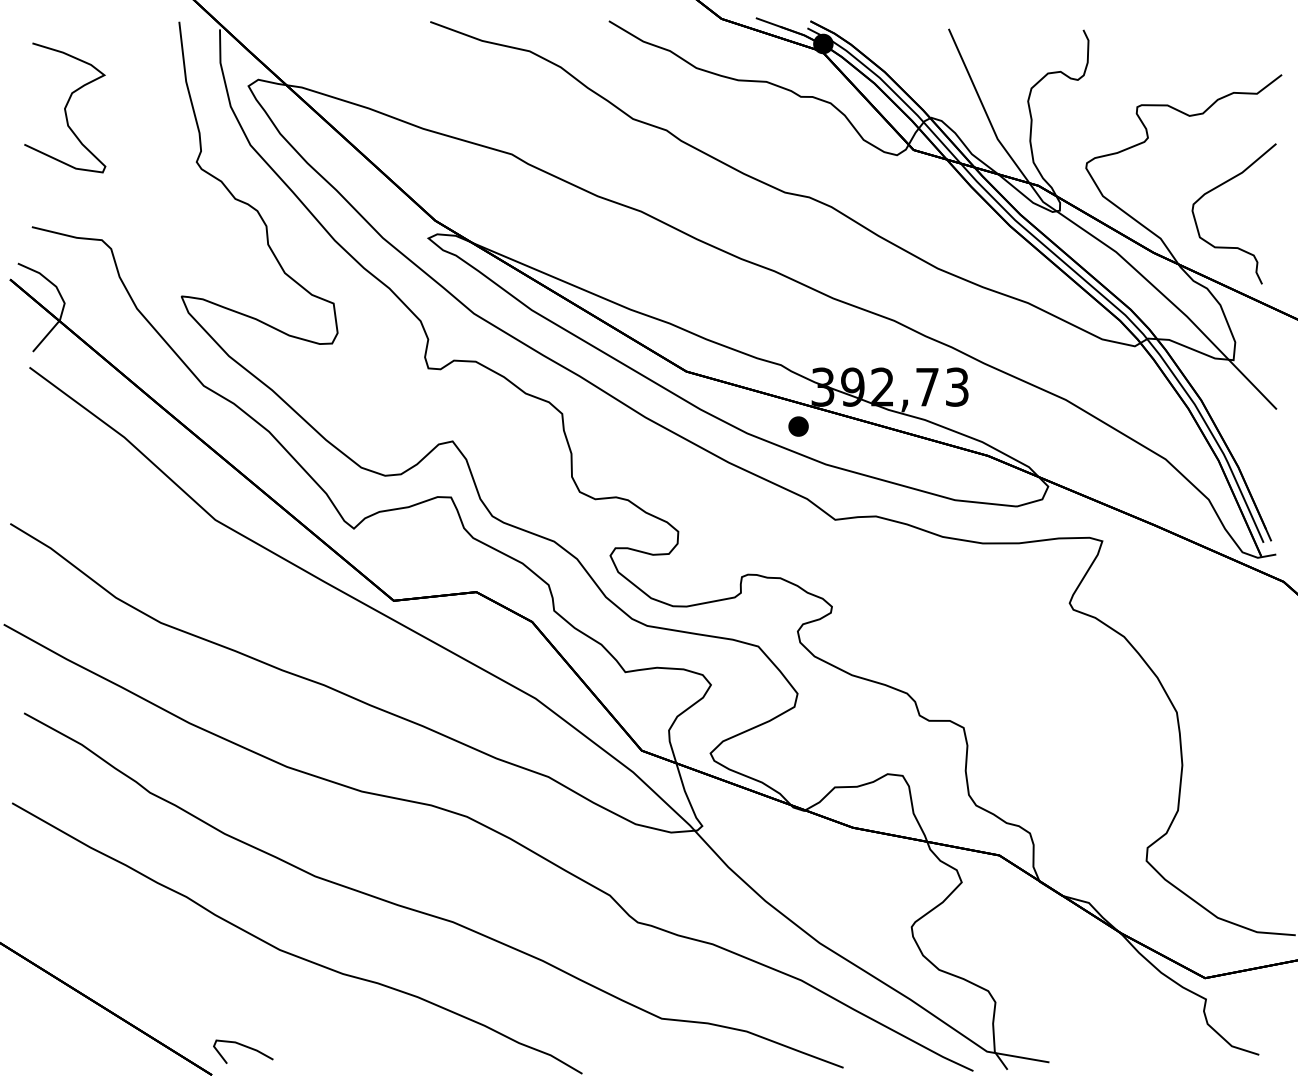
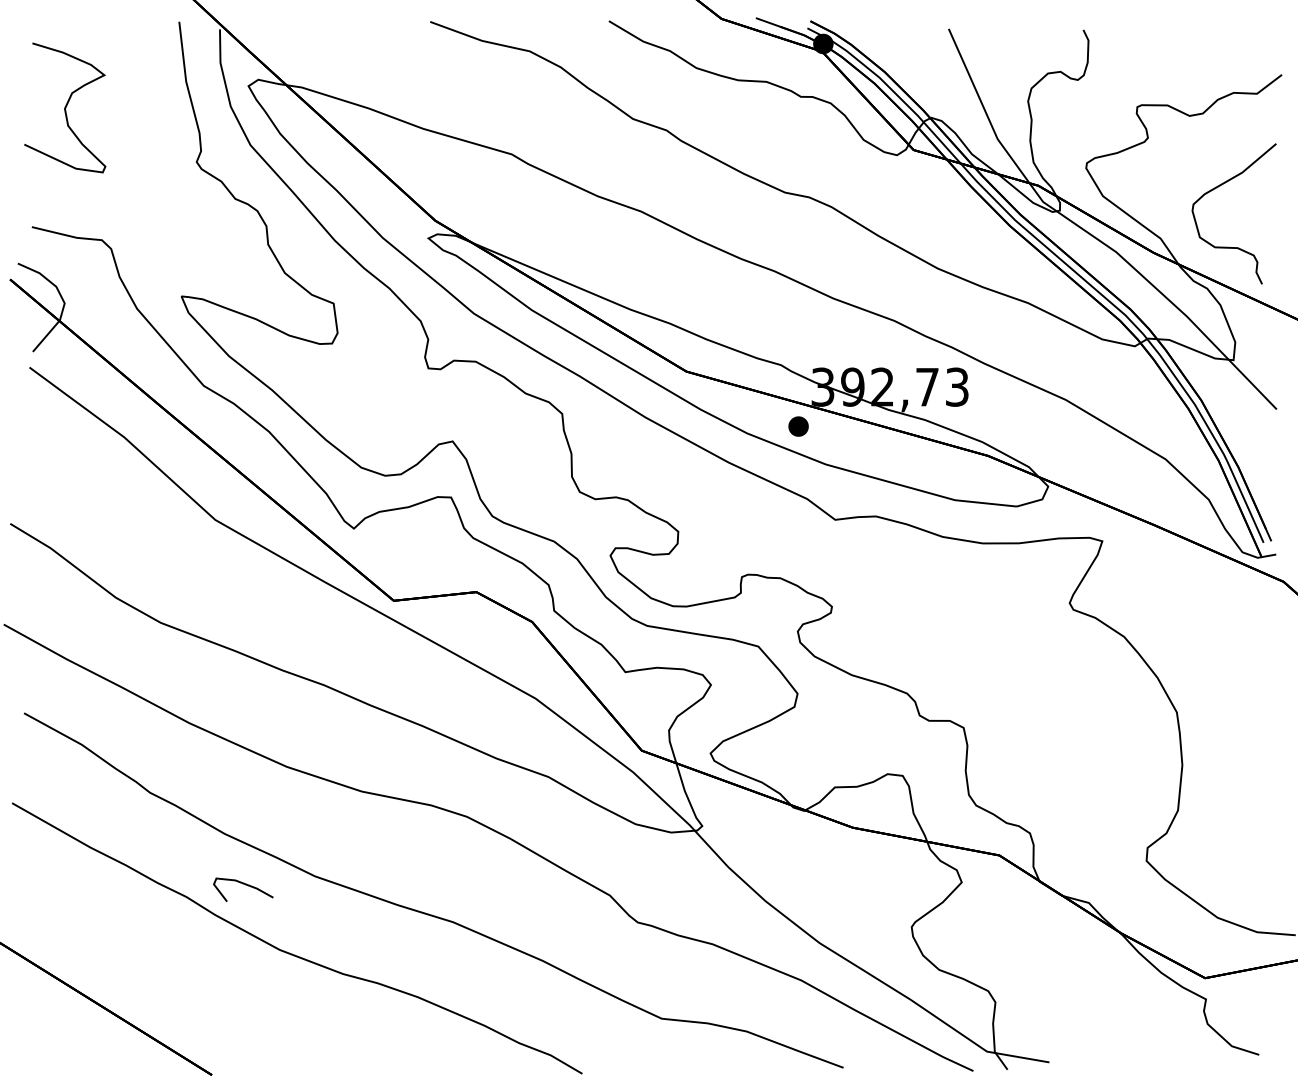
curve at (245, 1047) position: (245, 1047) -> (245, 885)
